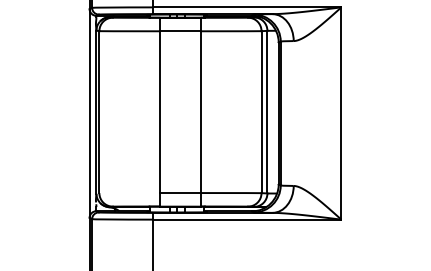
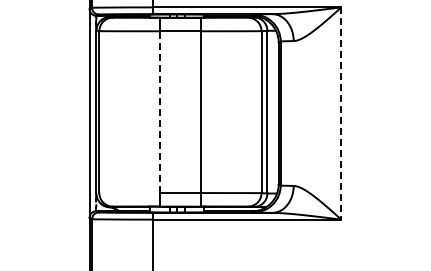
line at (160, 112): solid -> dashed
line at (341, 114): solid -> dashed
